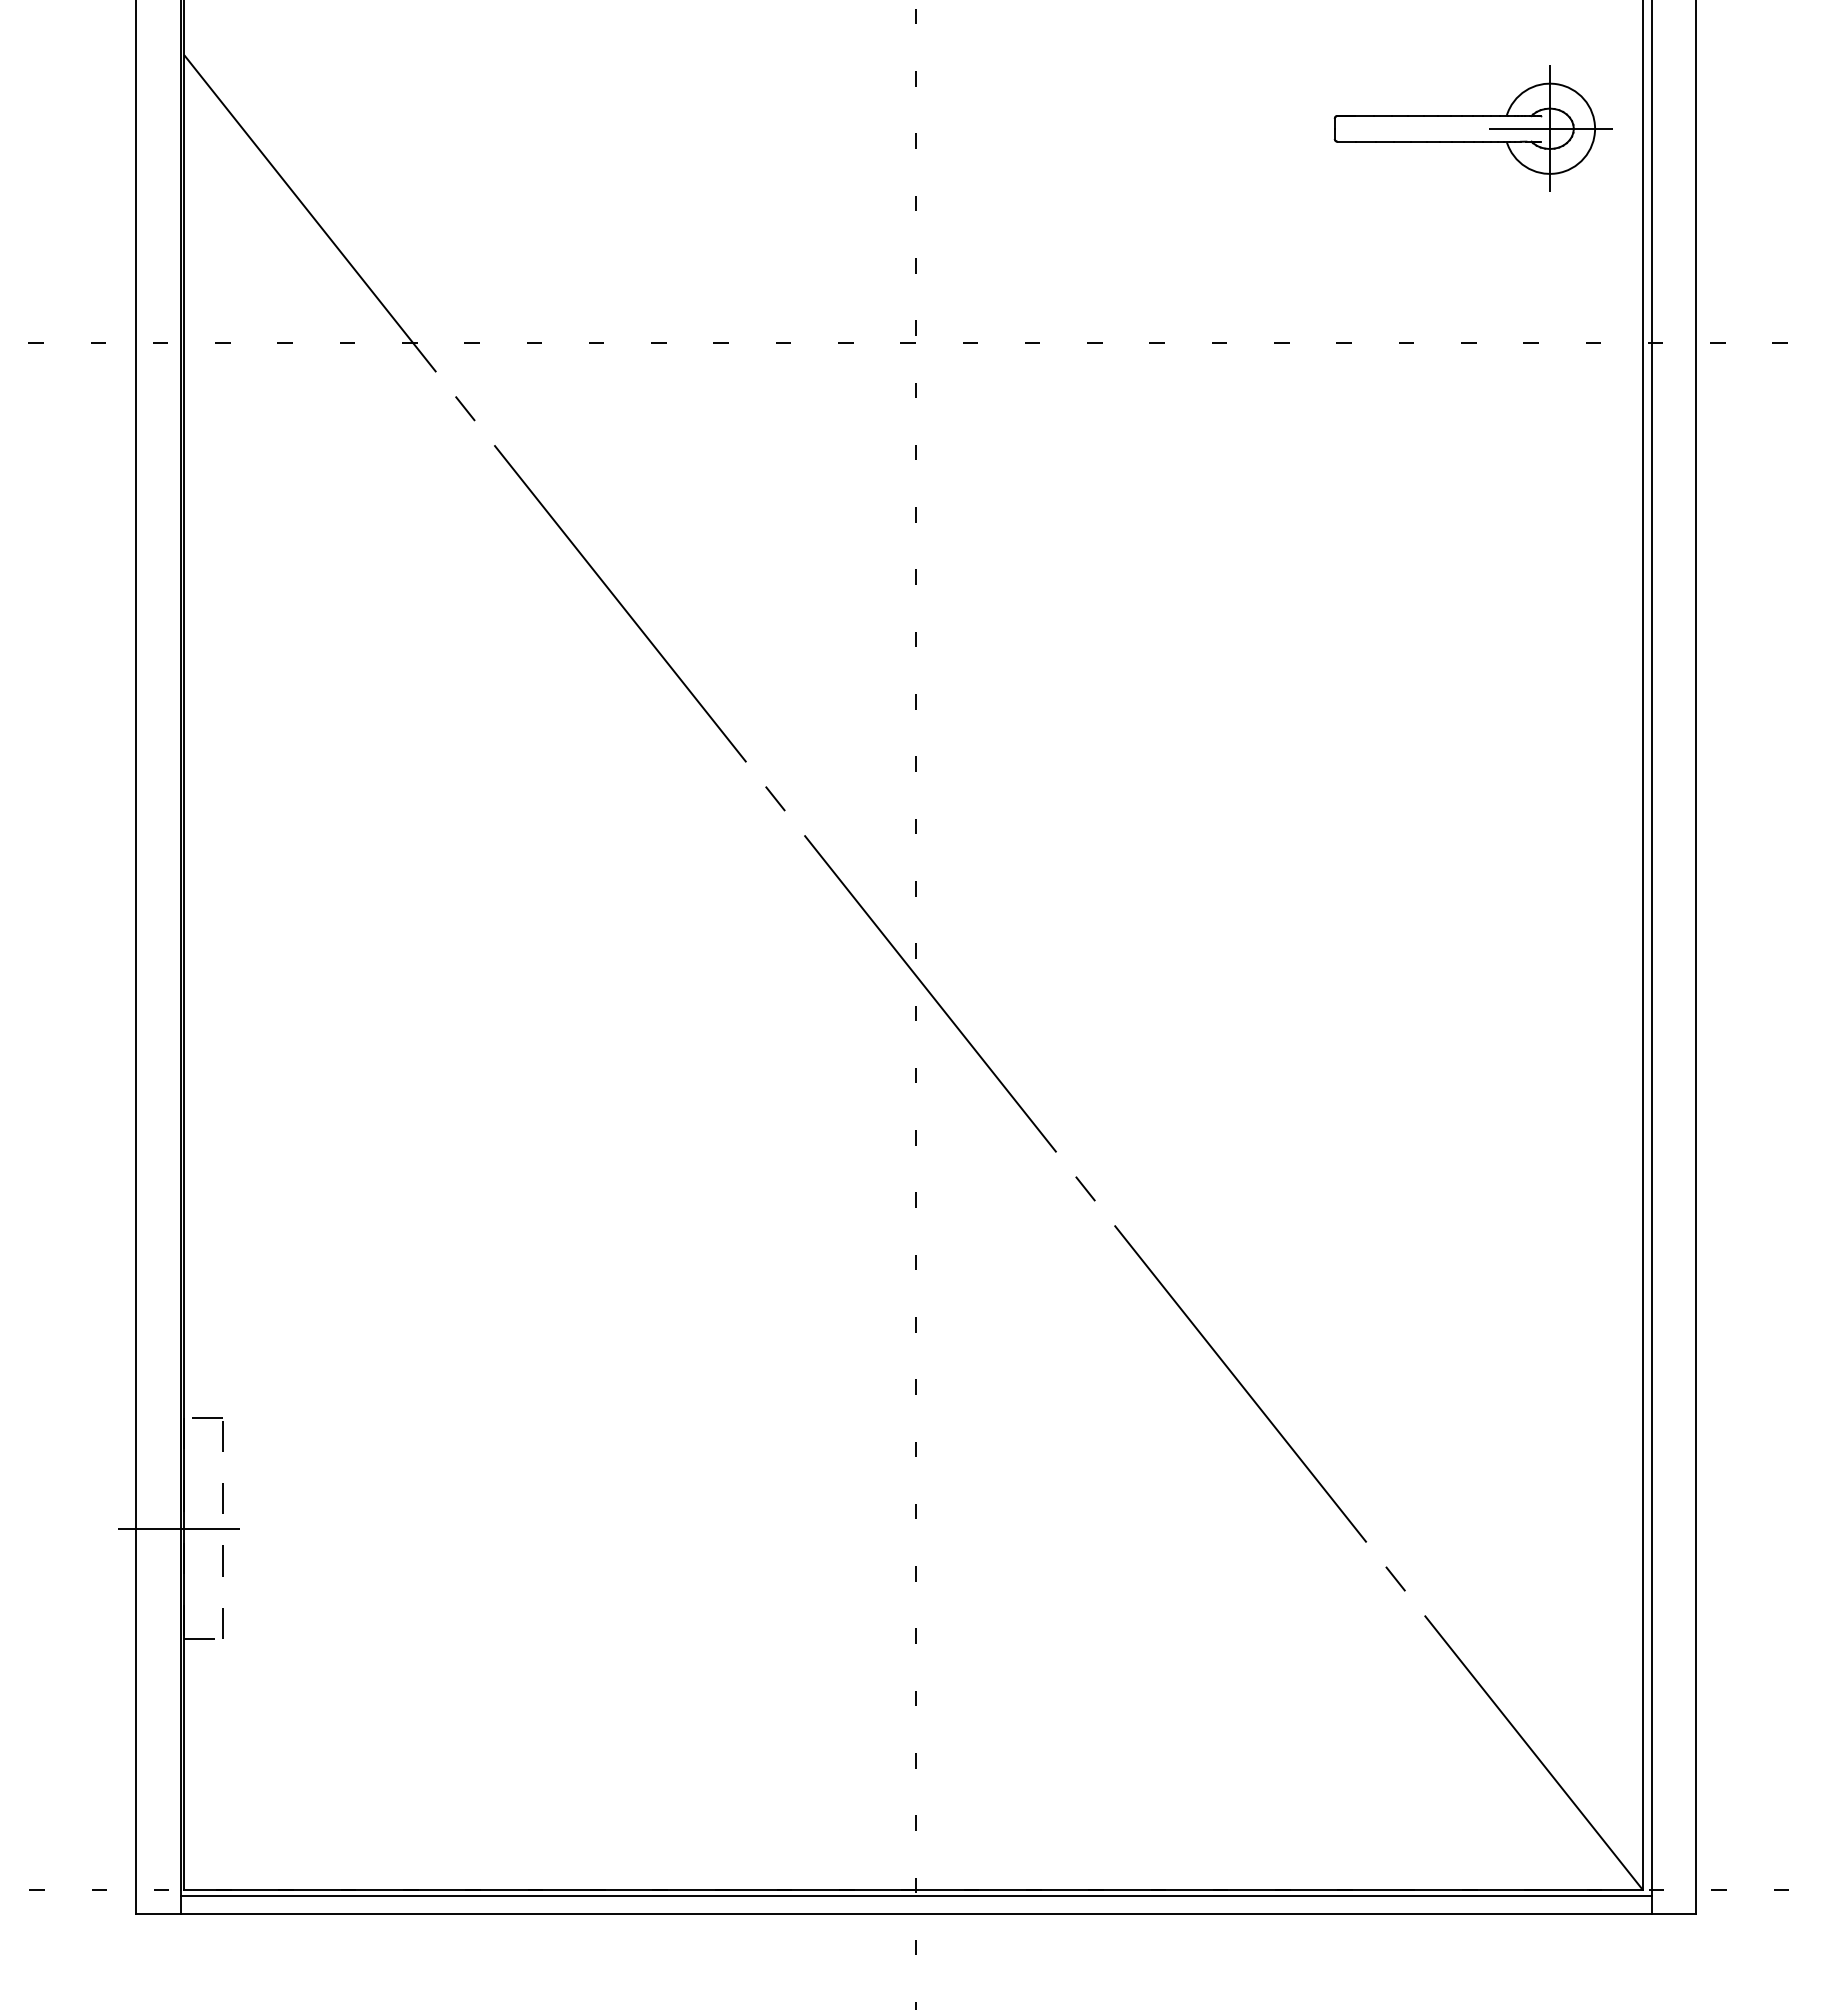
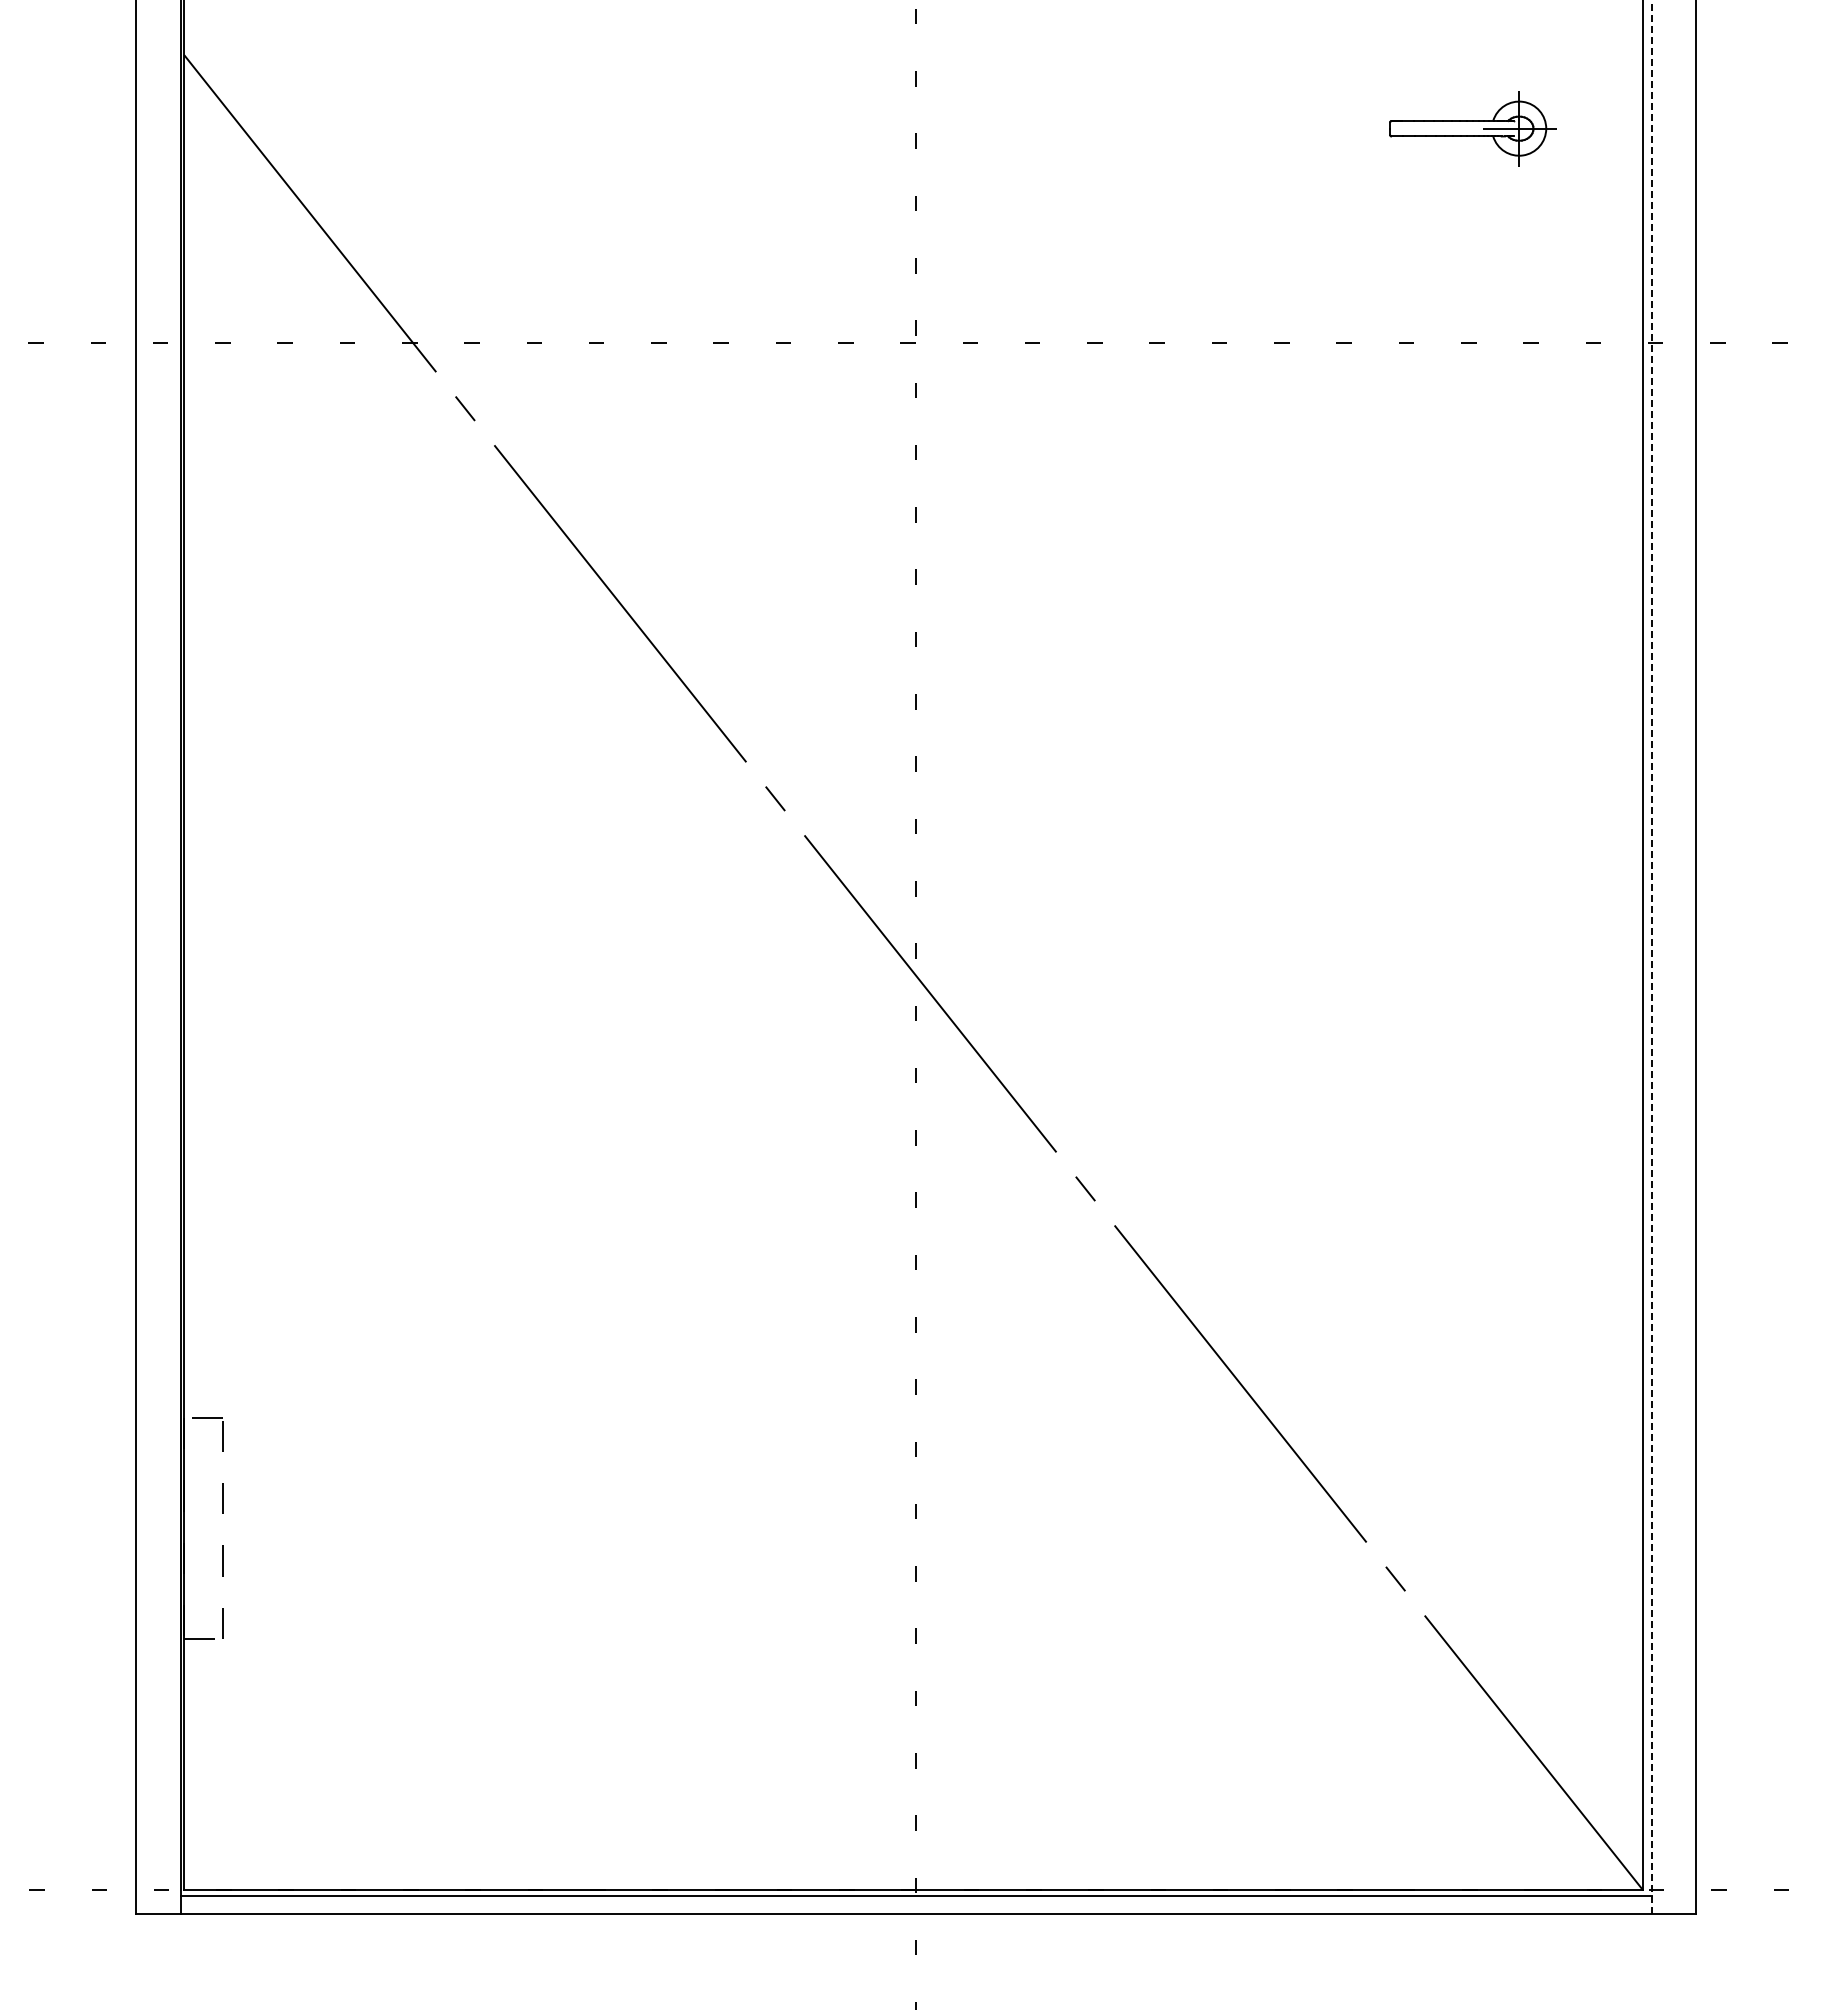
part at (1472, 128) size: 280x127 px -> 168x76 px
line at (1652, 956): solid -> dashed
line at (178, 1528): present -> none
